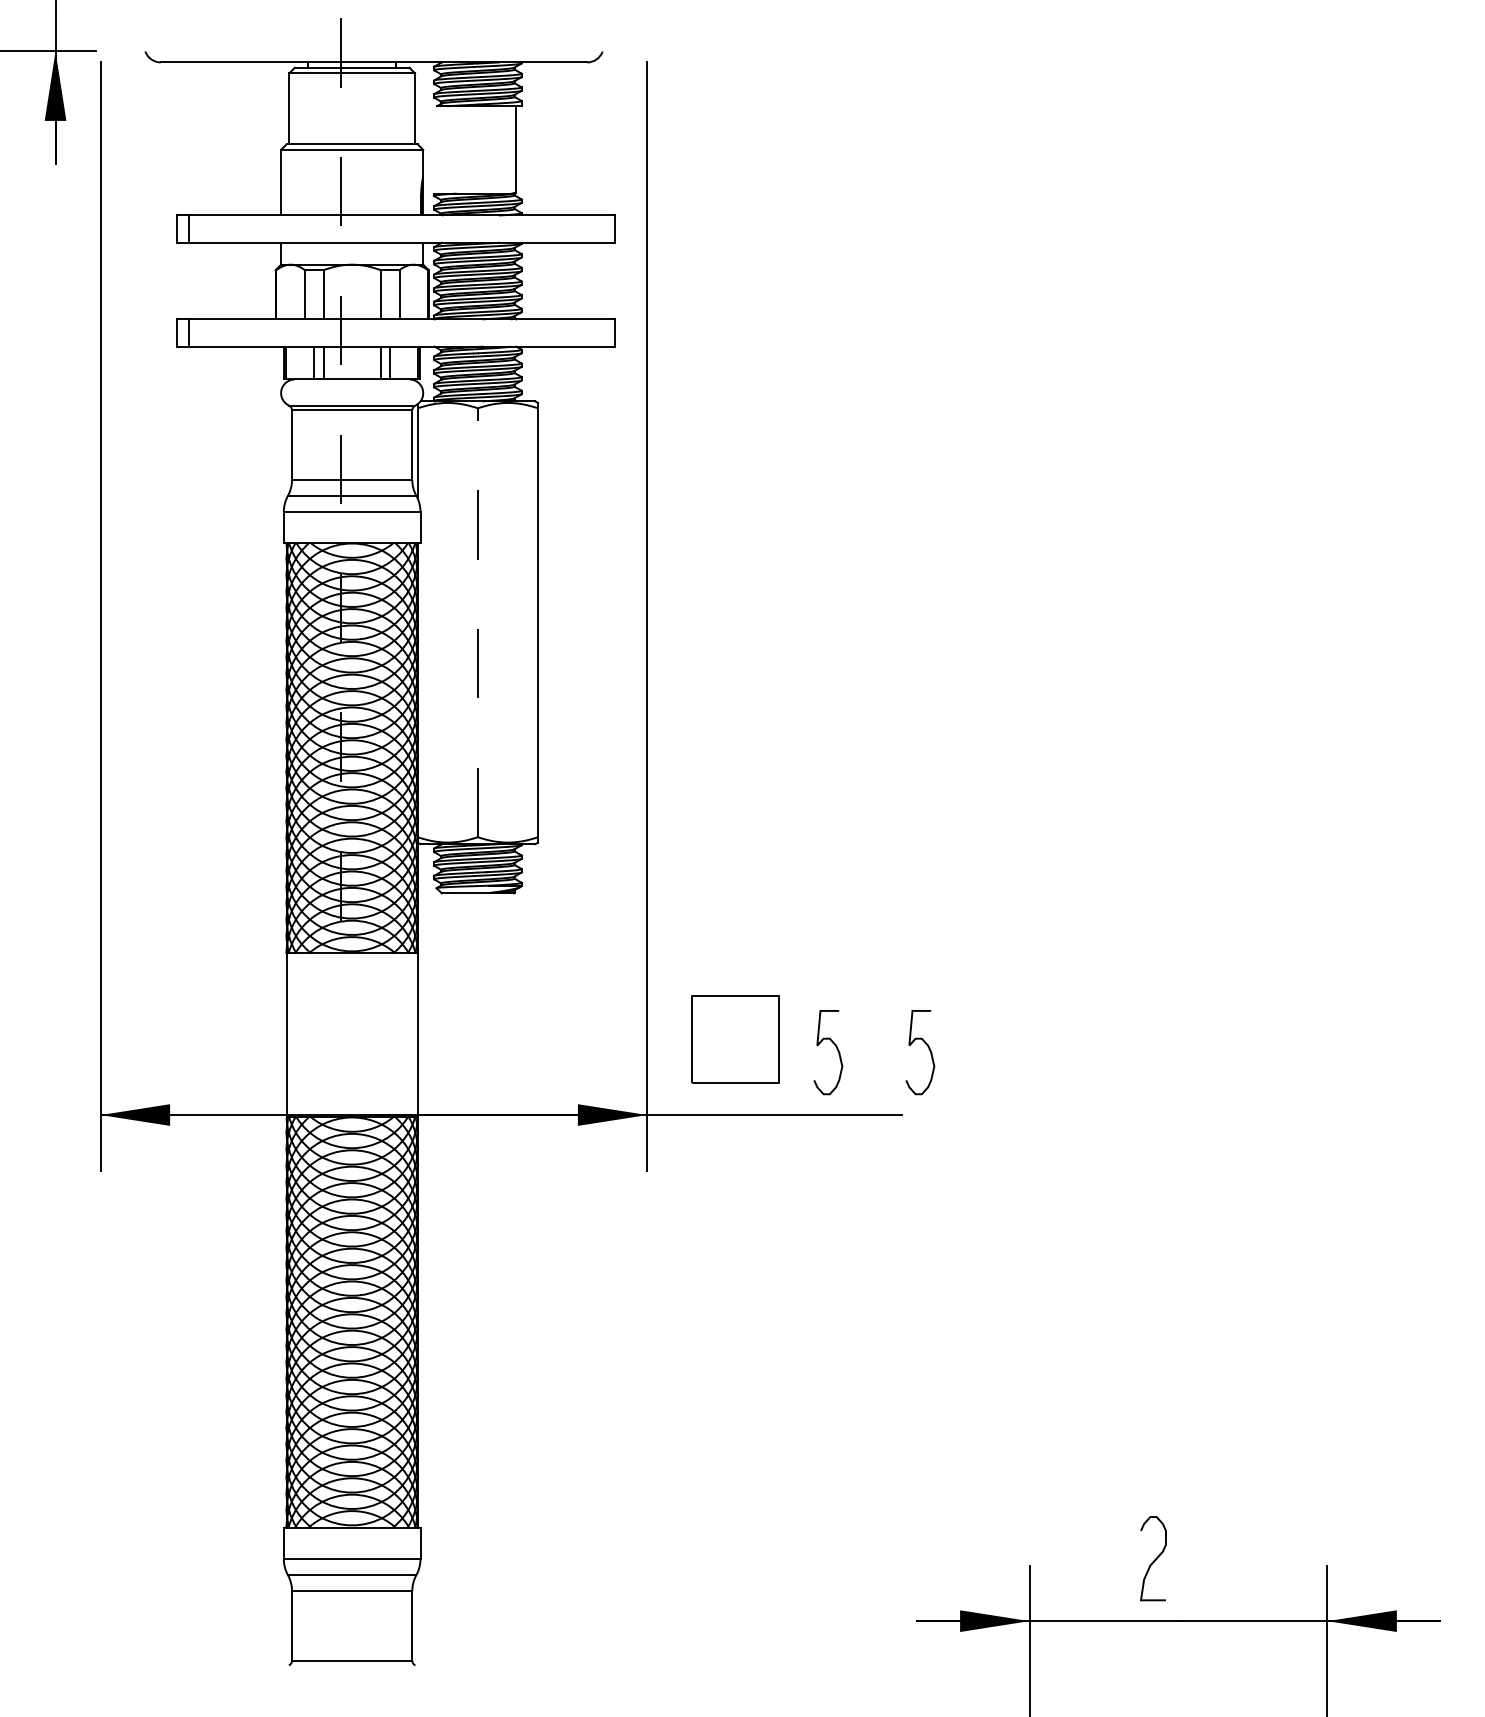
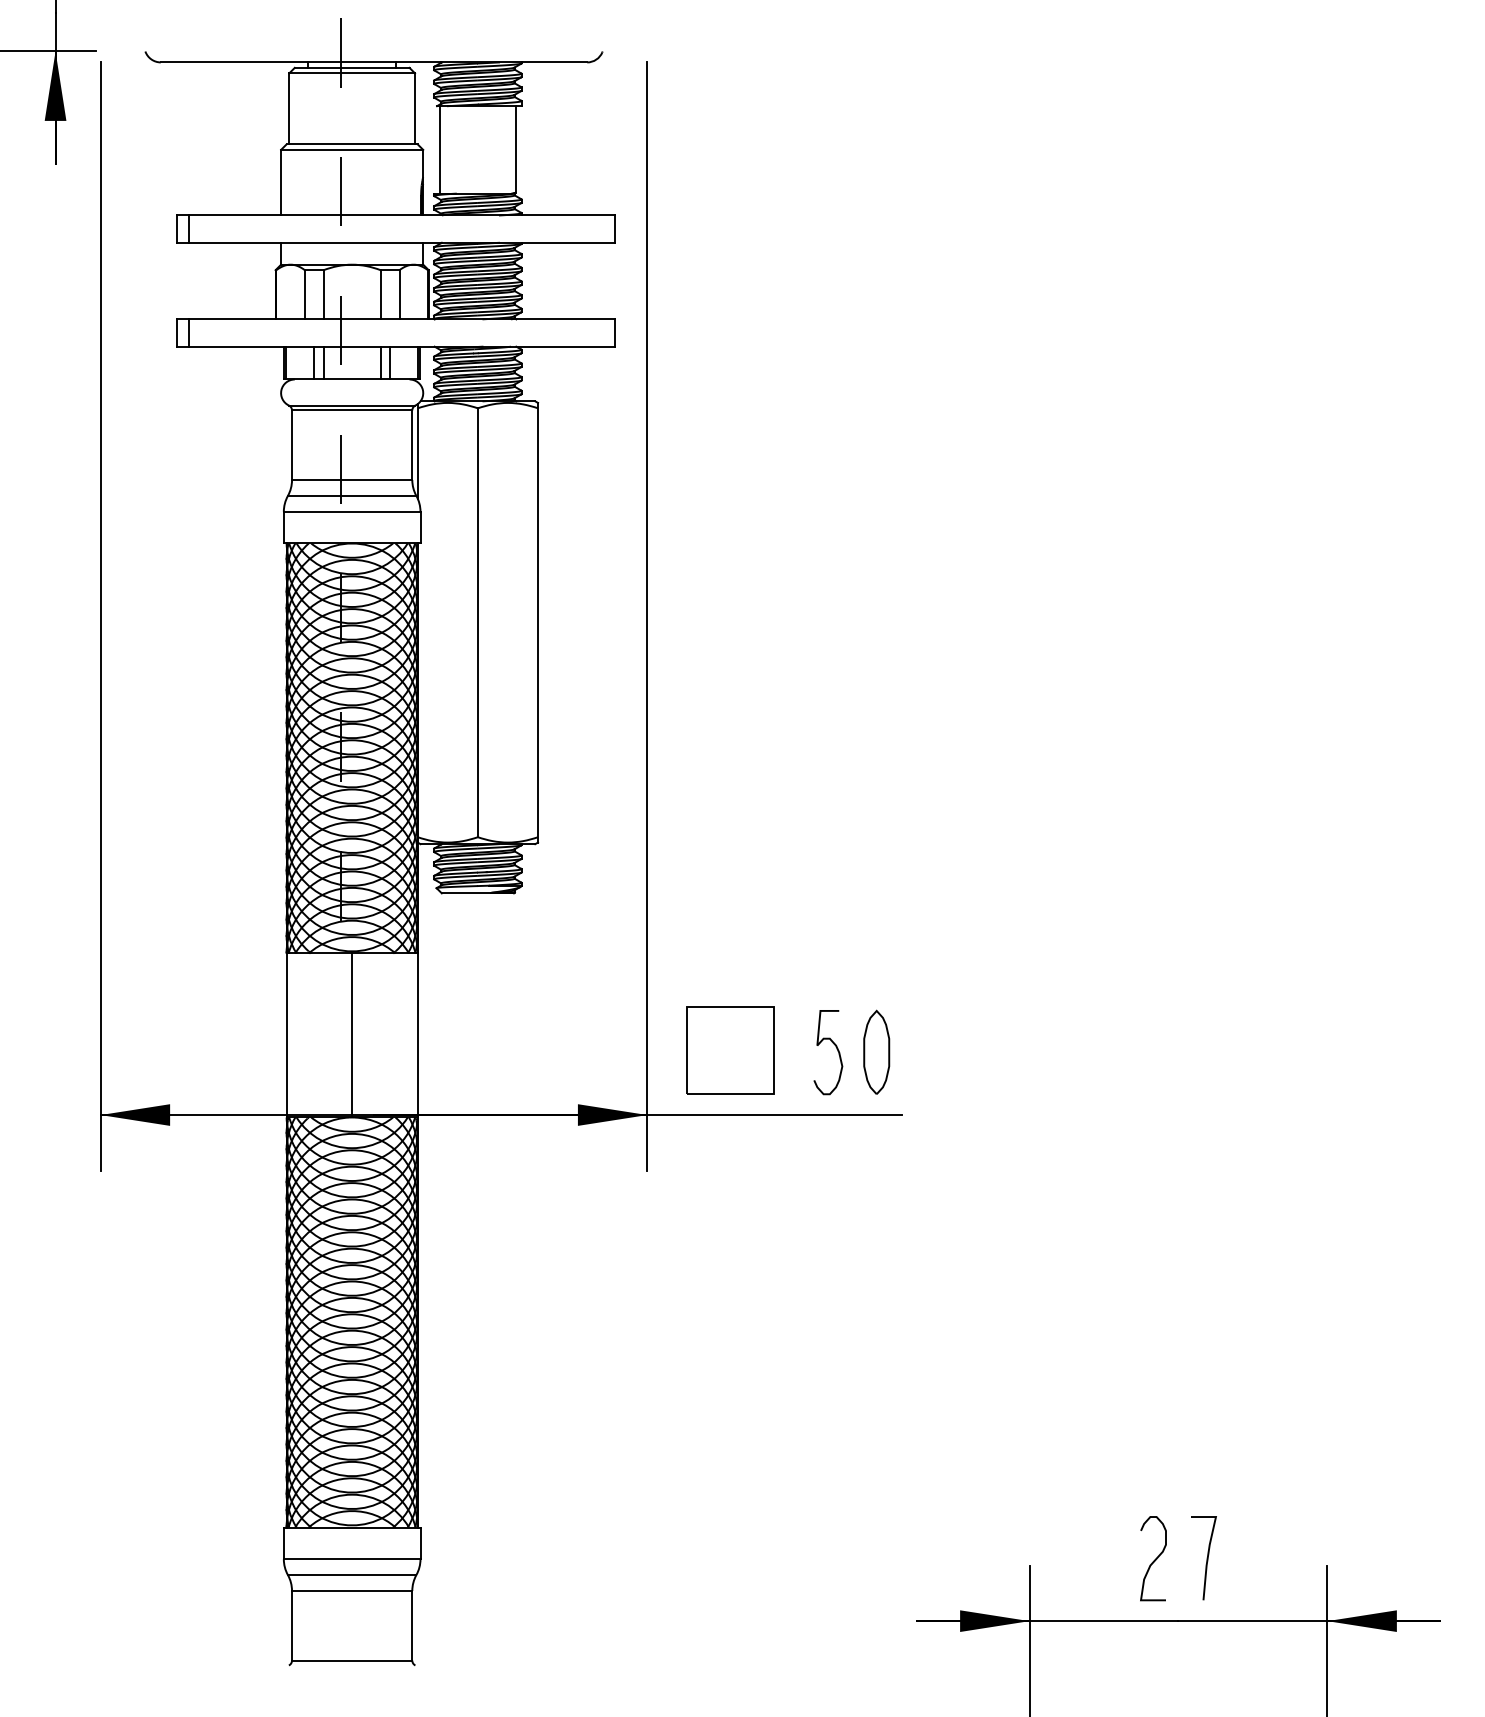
line at (440, 149): none -> present
line at (477, 622): dashed -> solid
line at (352, 1035): none -> present
part at (735, 1039) position: (735, 1039) -> (730, 1050)
curve at (928, 1049): present -> none
part at (876, 1051): none -> present
curve at (1206, 1558): none -> present
